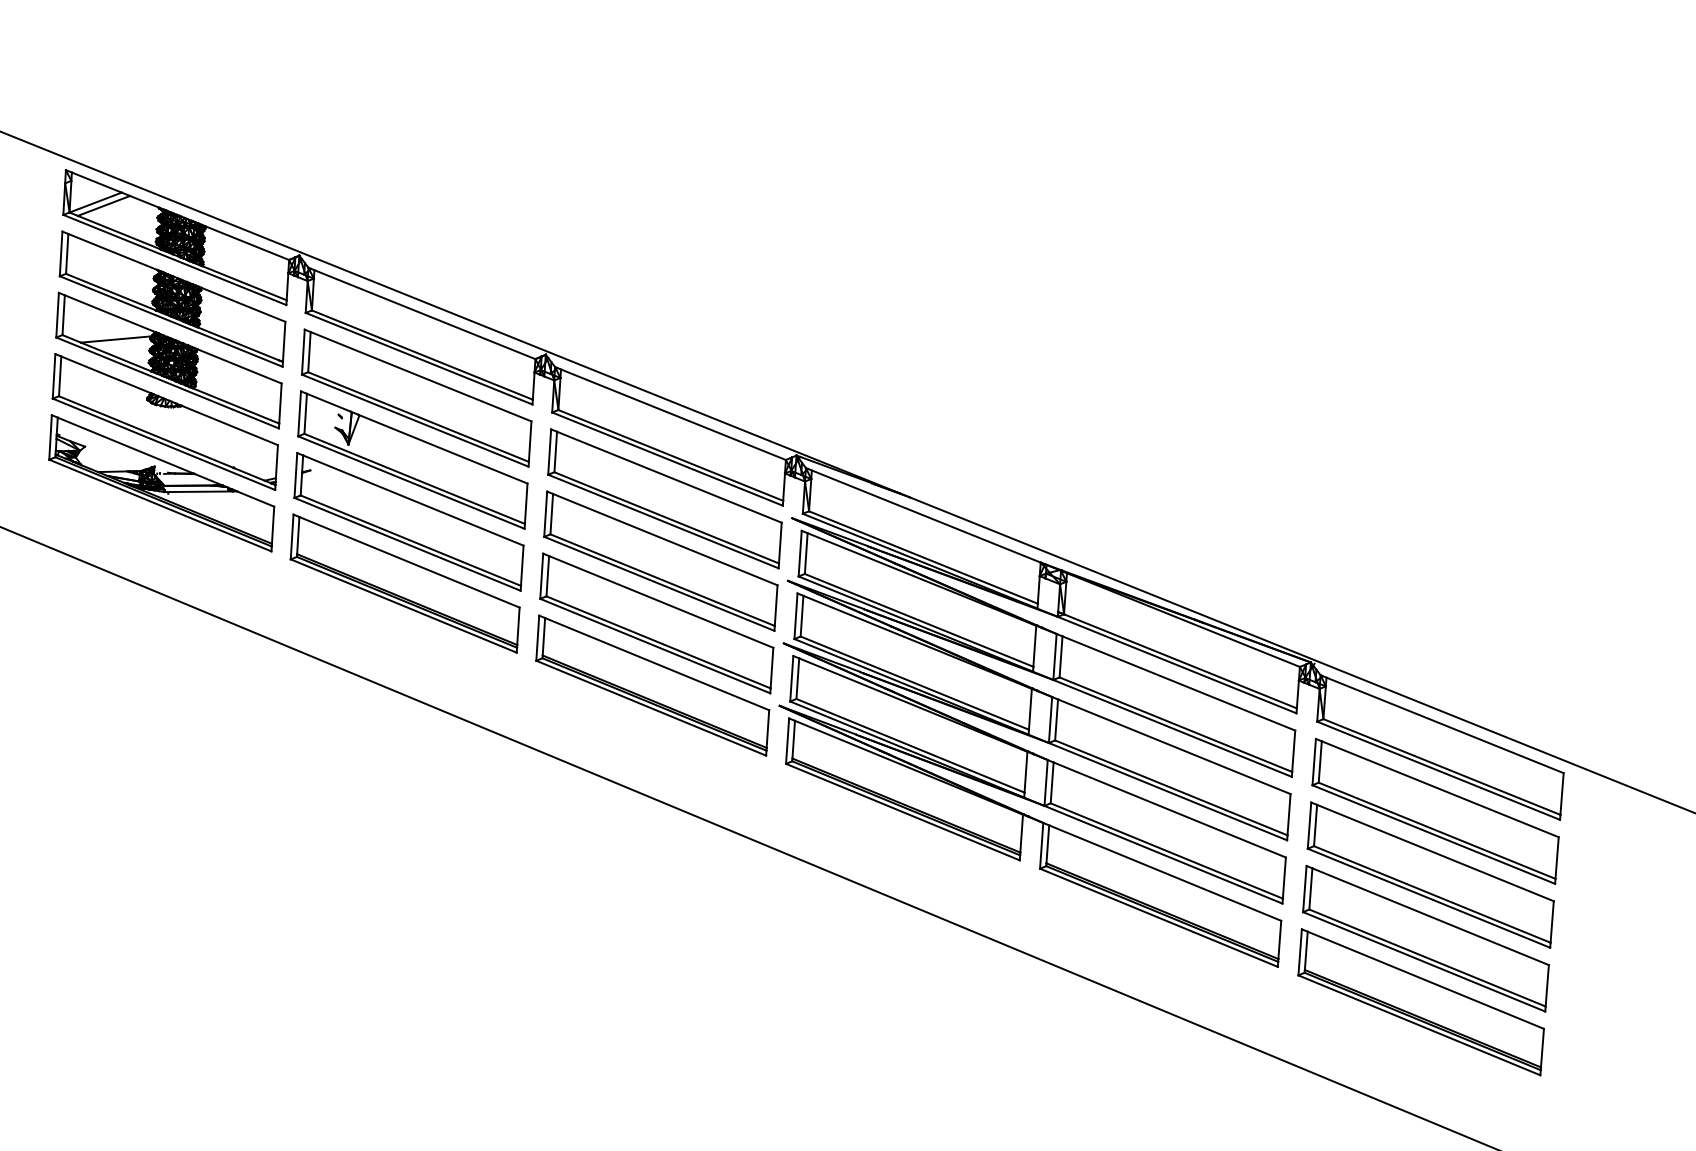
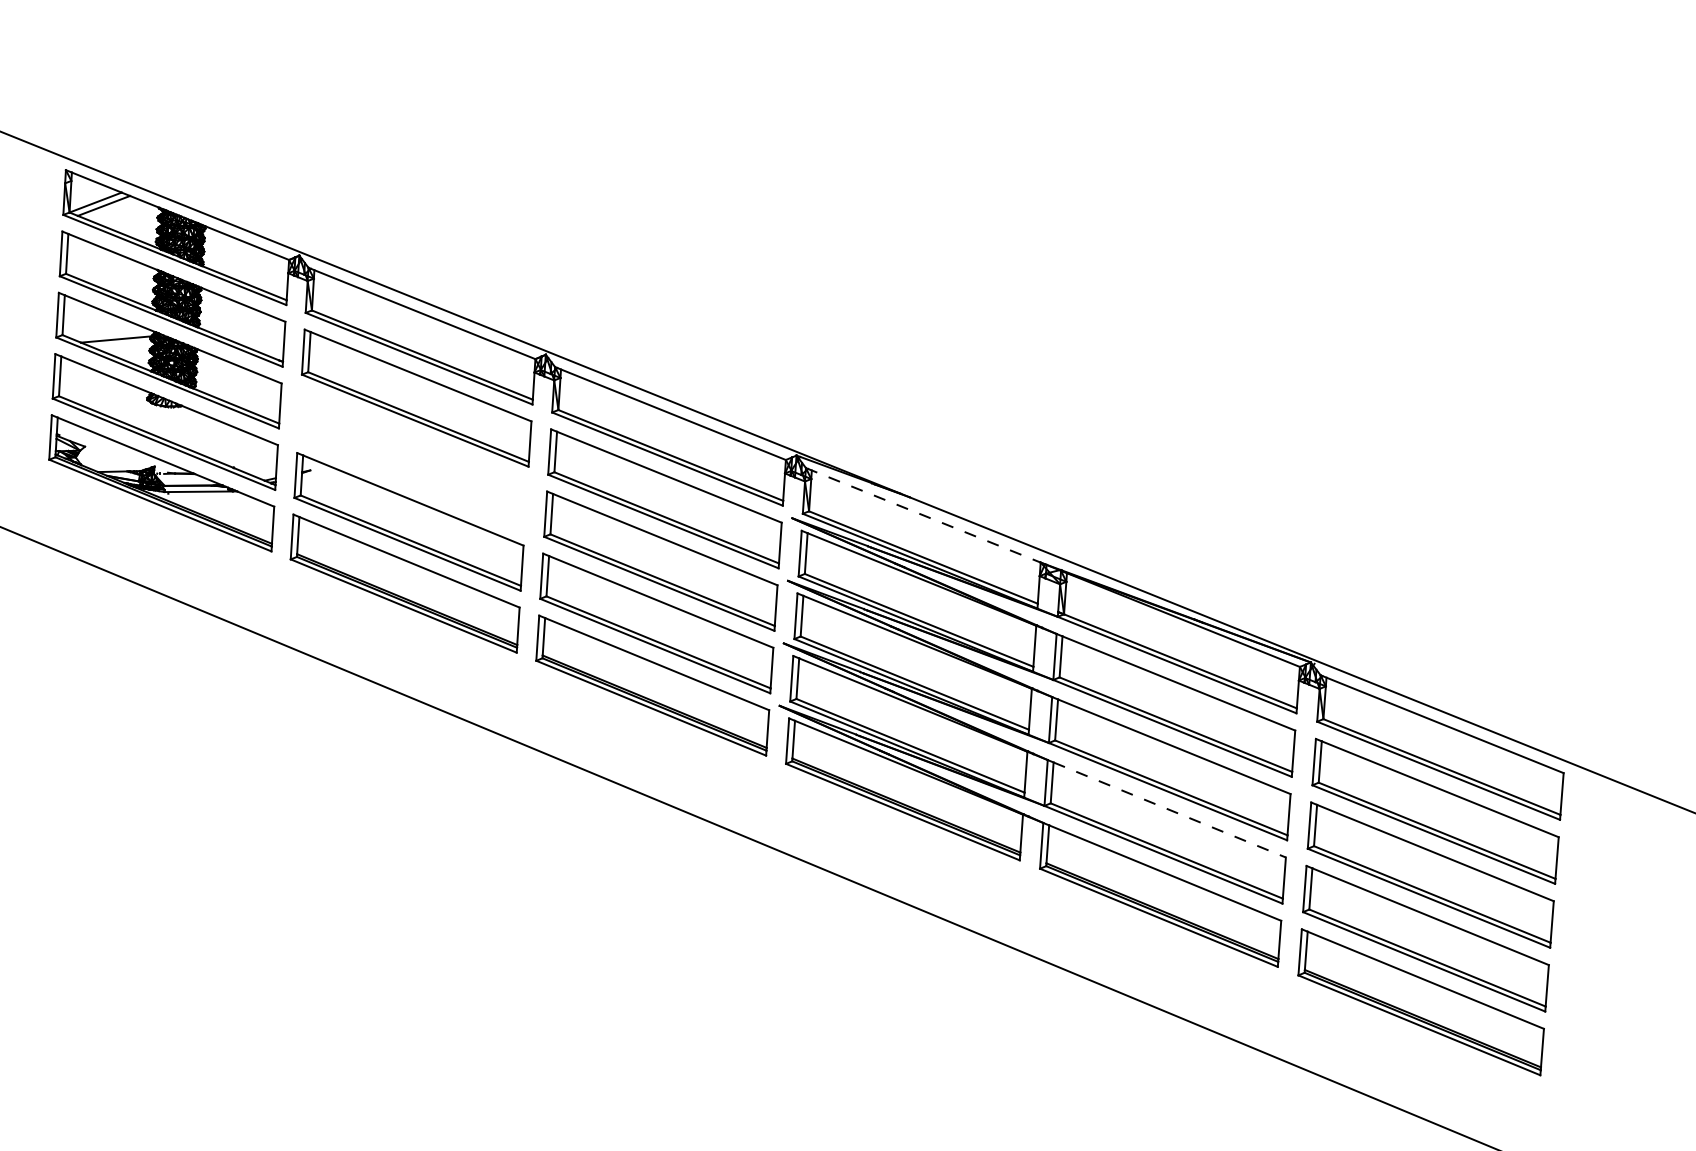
part at (412, 459): present -> none
line at (923, 515): solid -> dashed
line at (1170, 810): solid -> dashed
